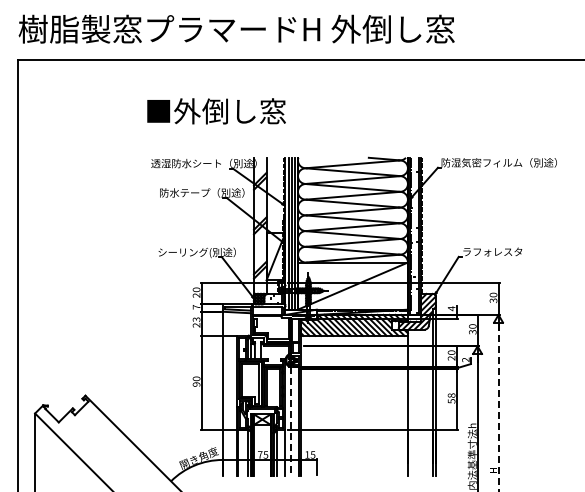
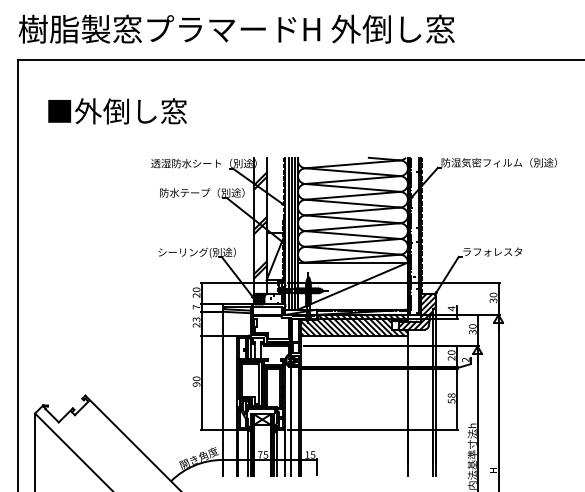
text at (216, 111) position: (216, 111) -> (117, 111)
line at (498, 407): dashed -> solid
line at (290, 421): dashed -> solid
